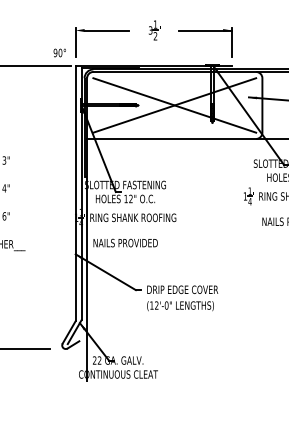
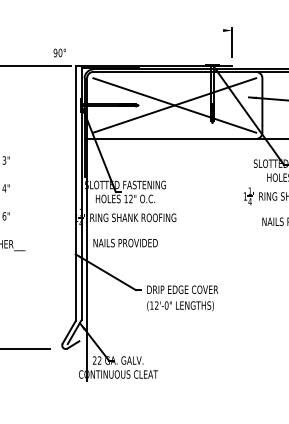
part at (154, 30): present -> none
line at (205, 30): present -> none
part at (102, 31): present -> none
